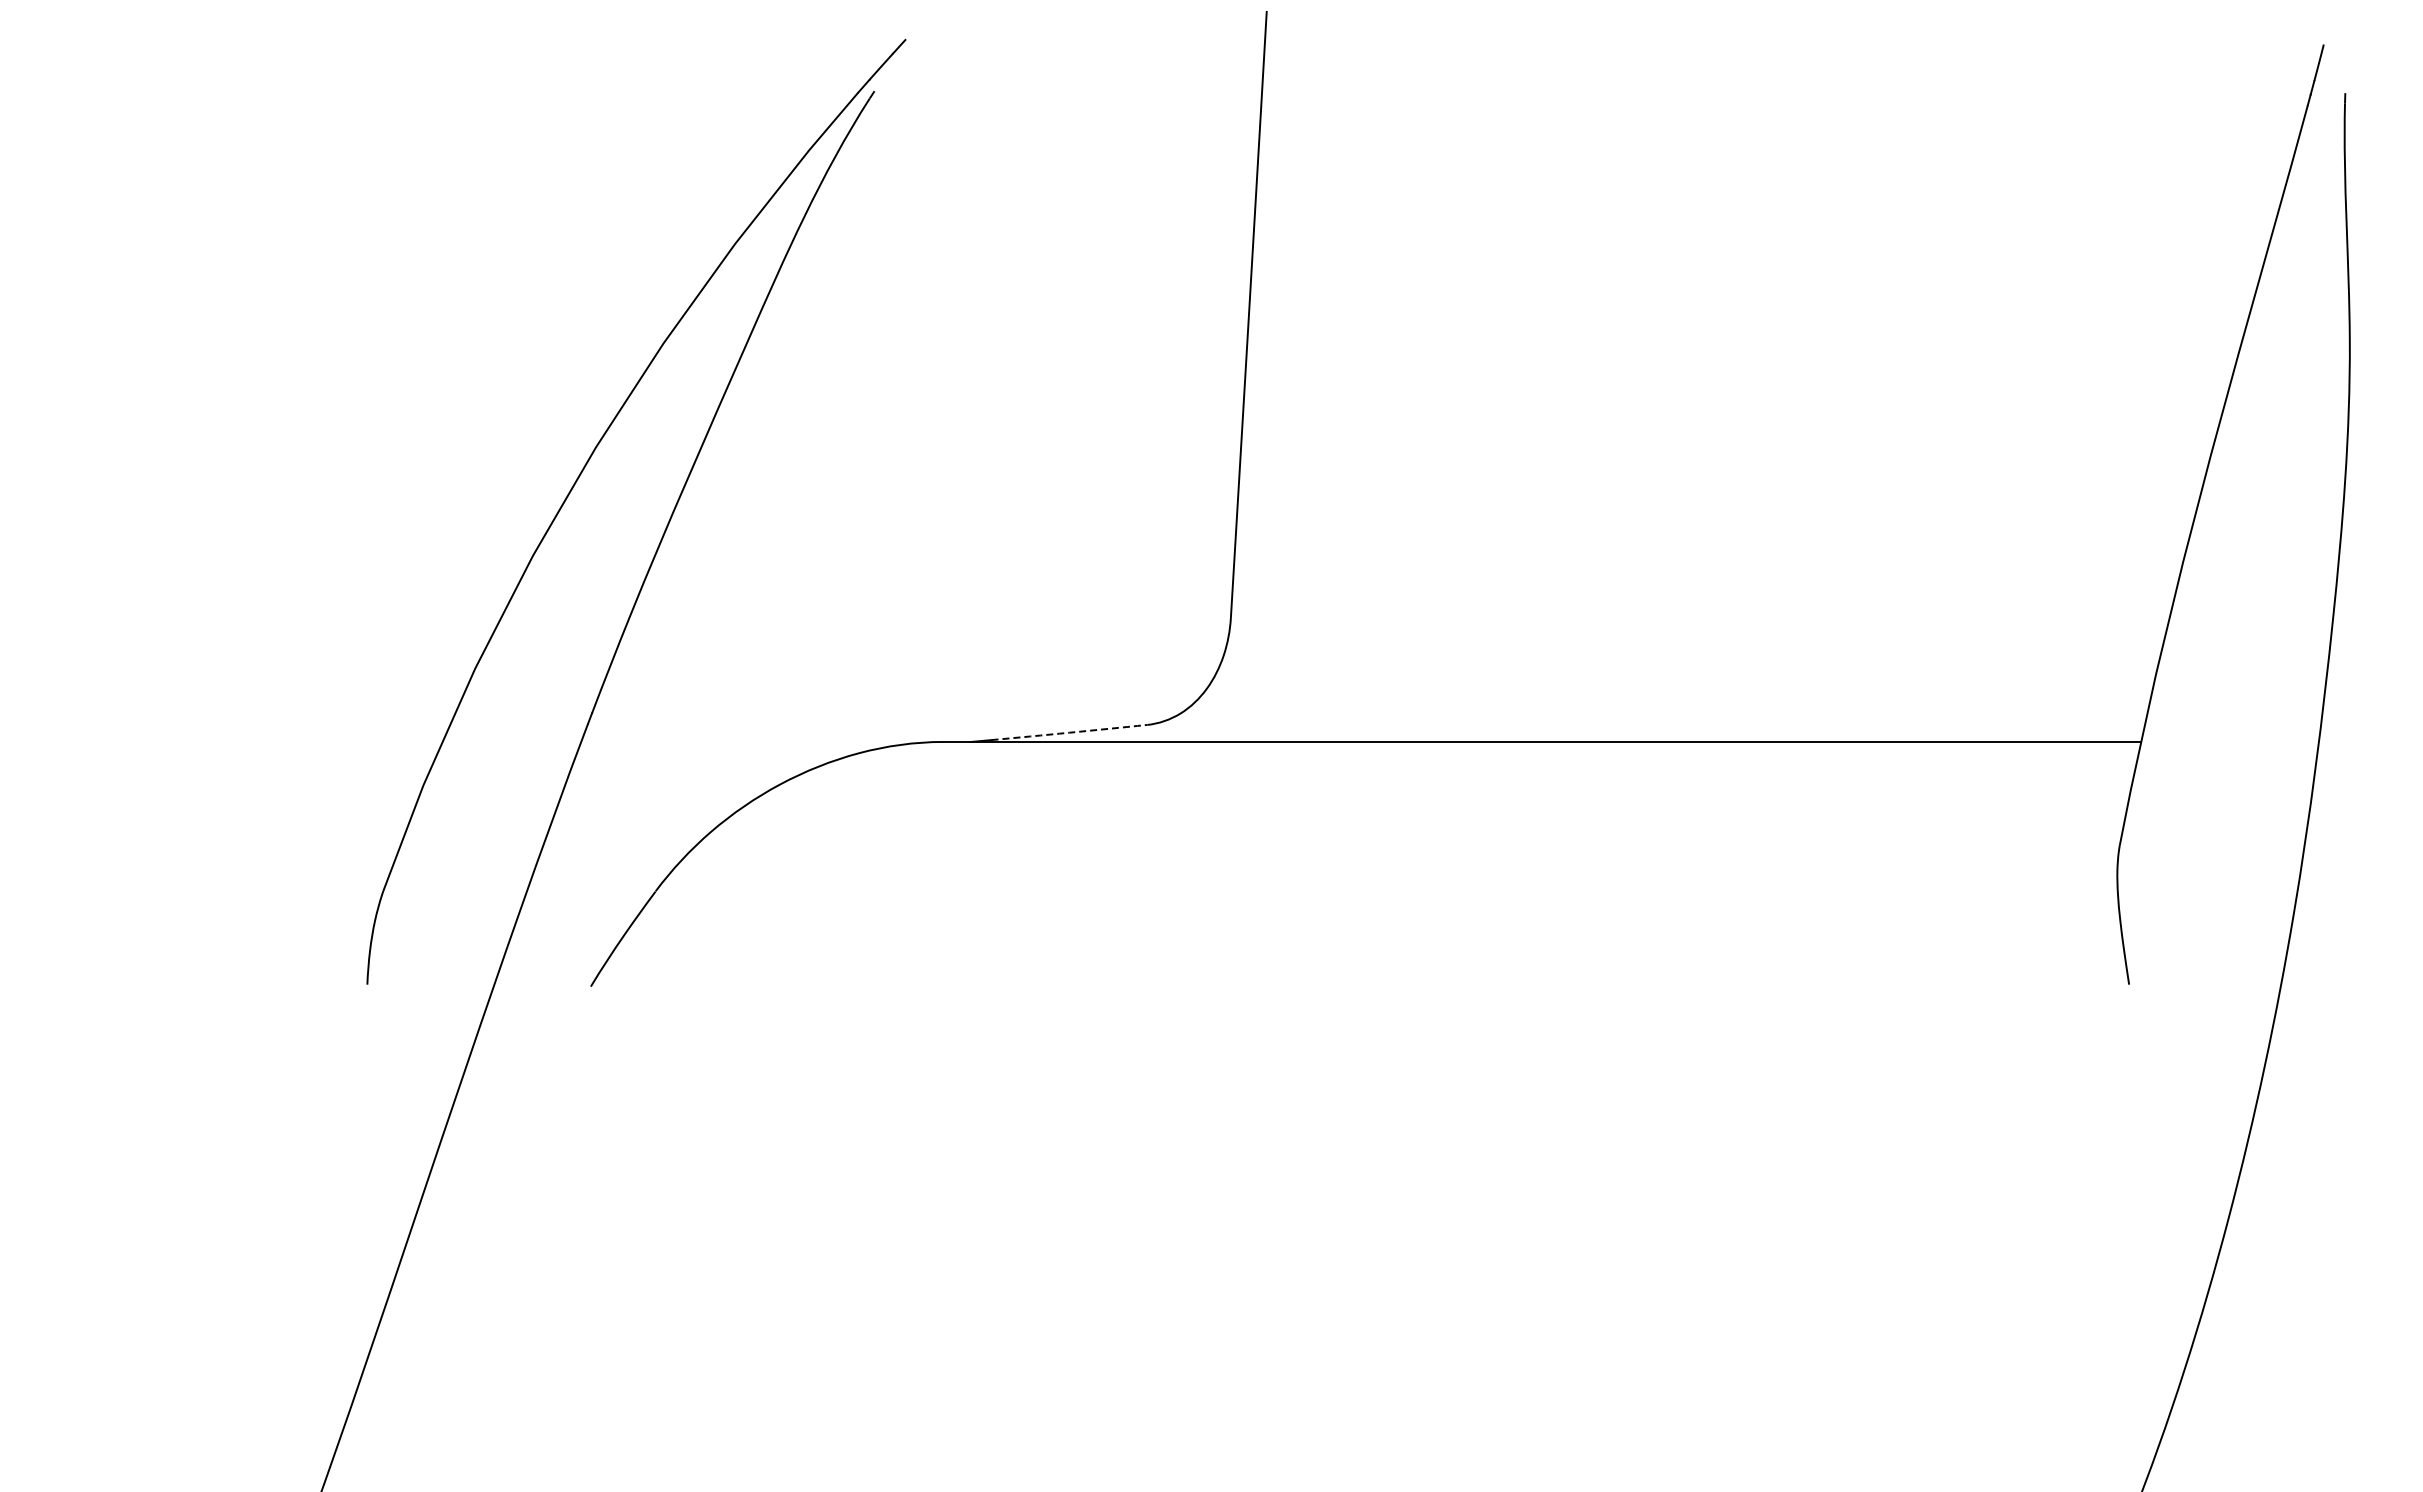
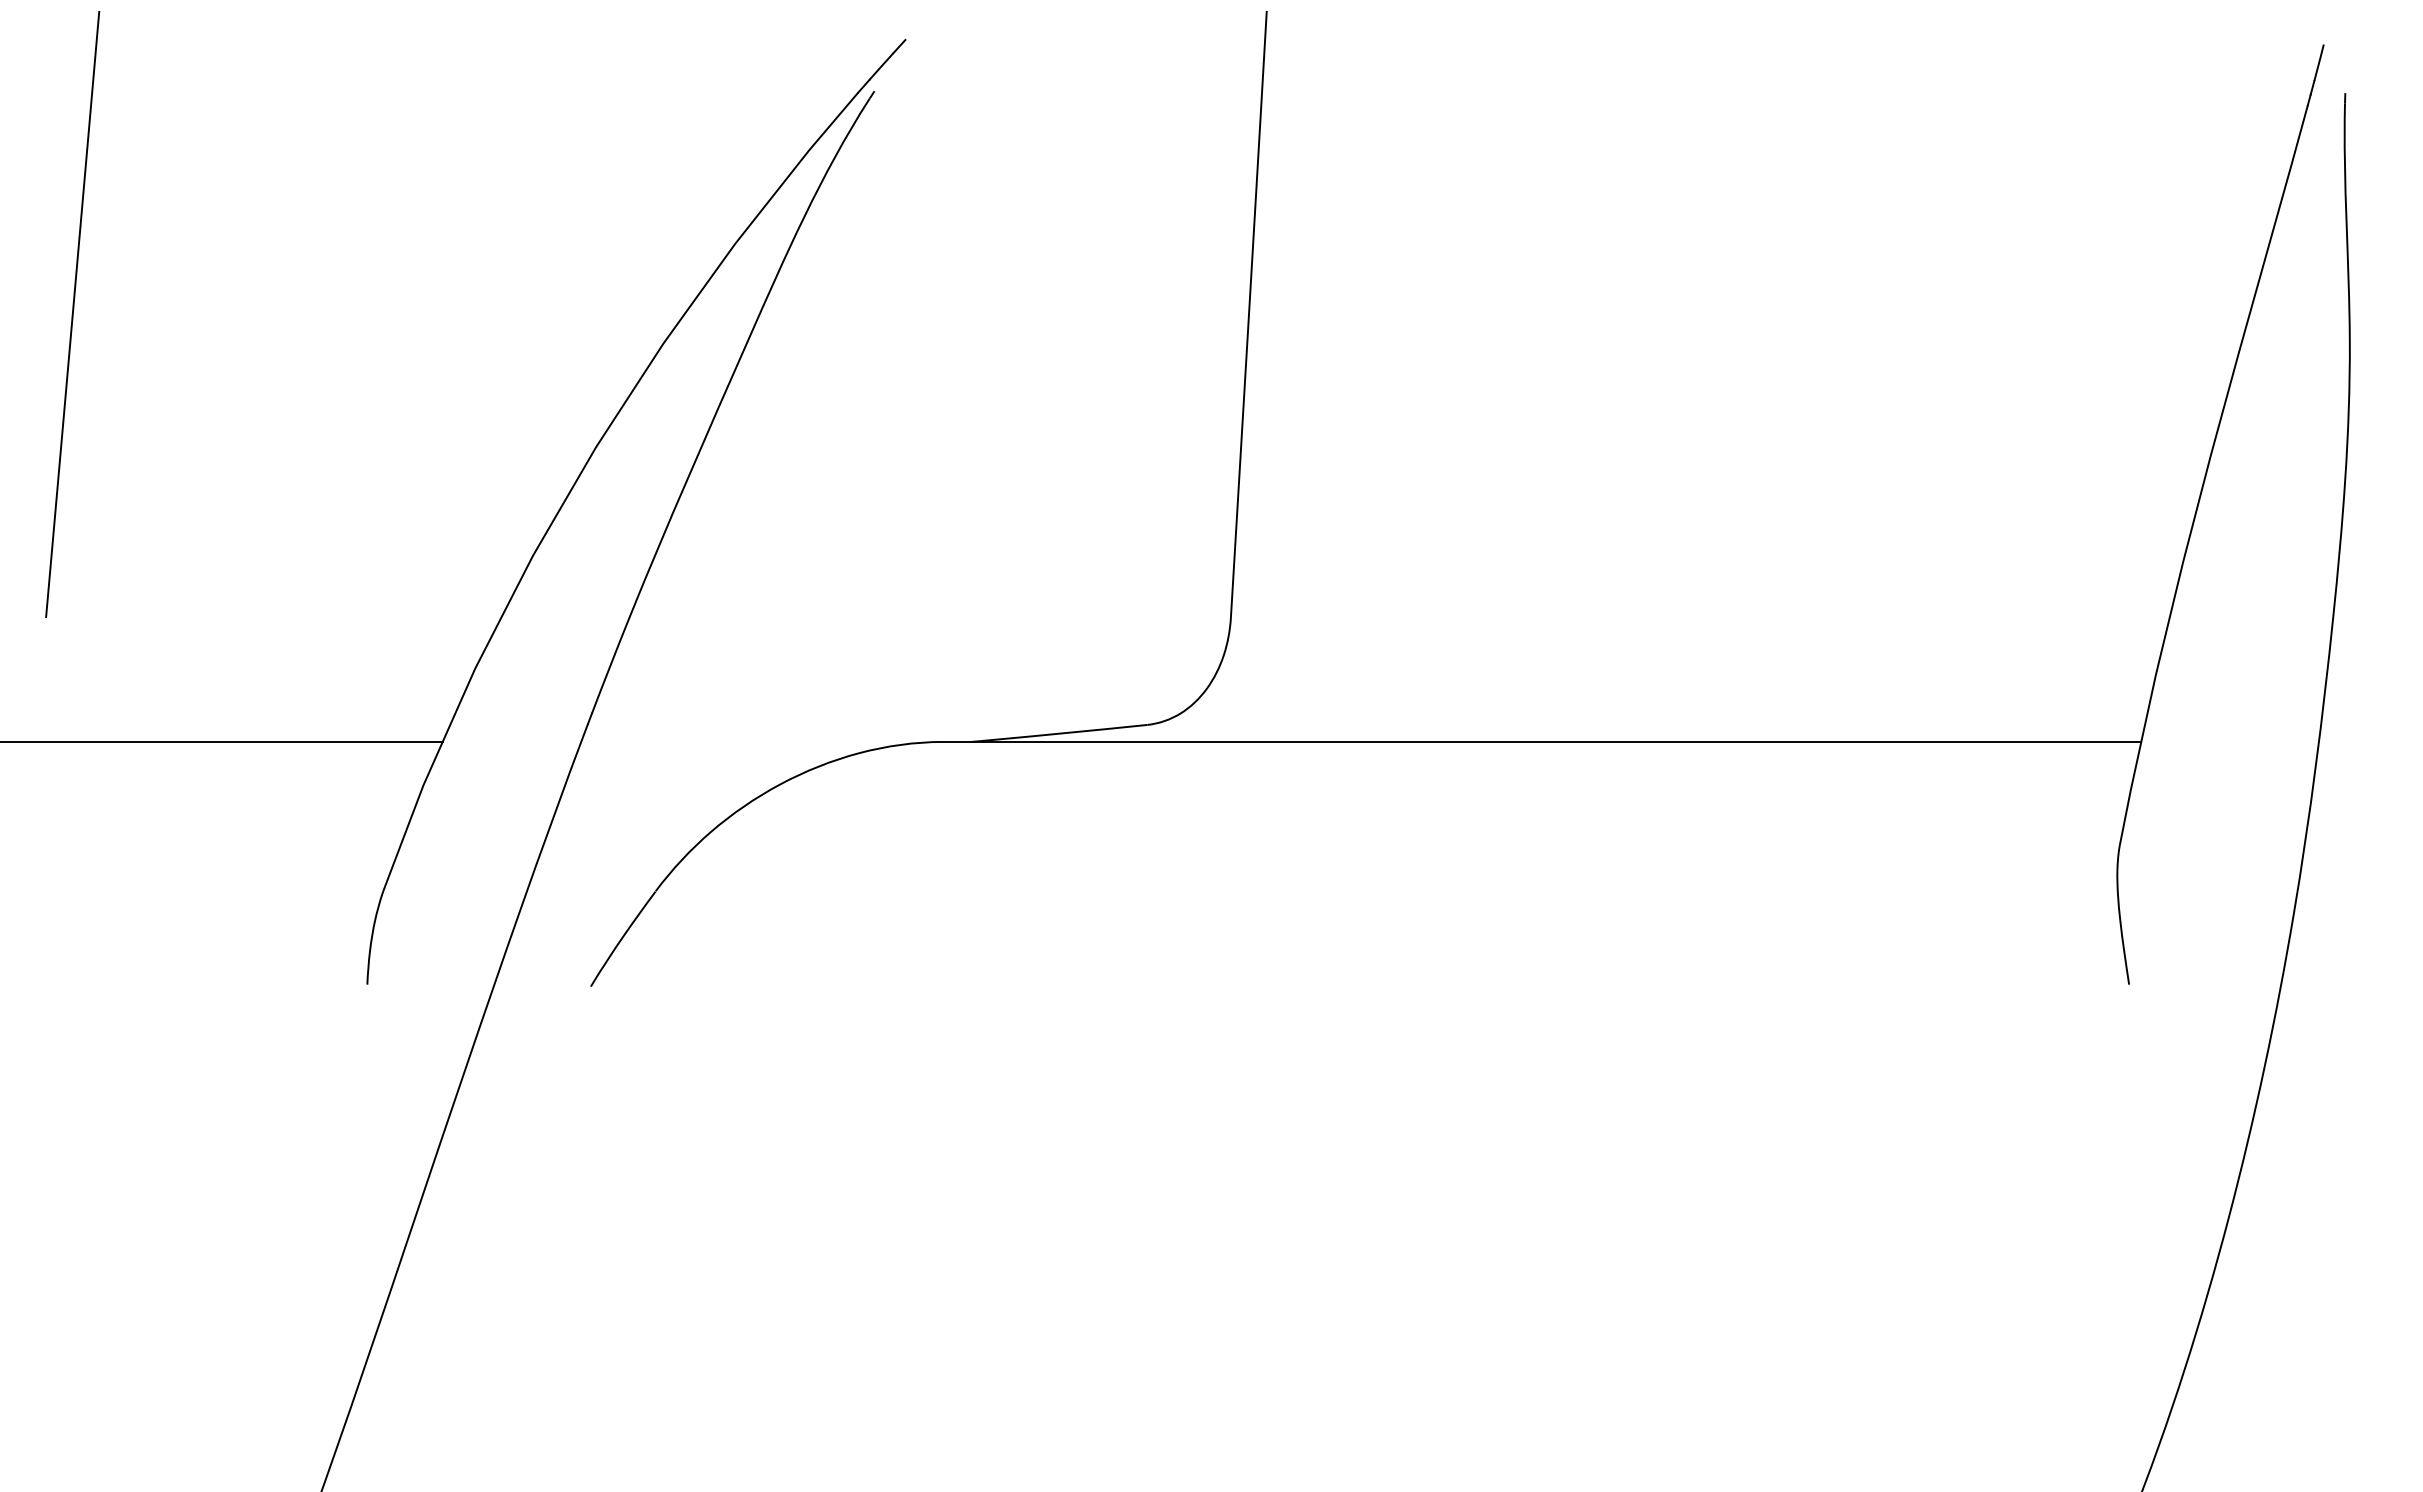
line at (72, 314): none -> present
arc at (1069, 732): dashed -> solid
line at (222, 741): none -> present
